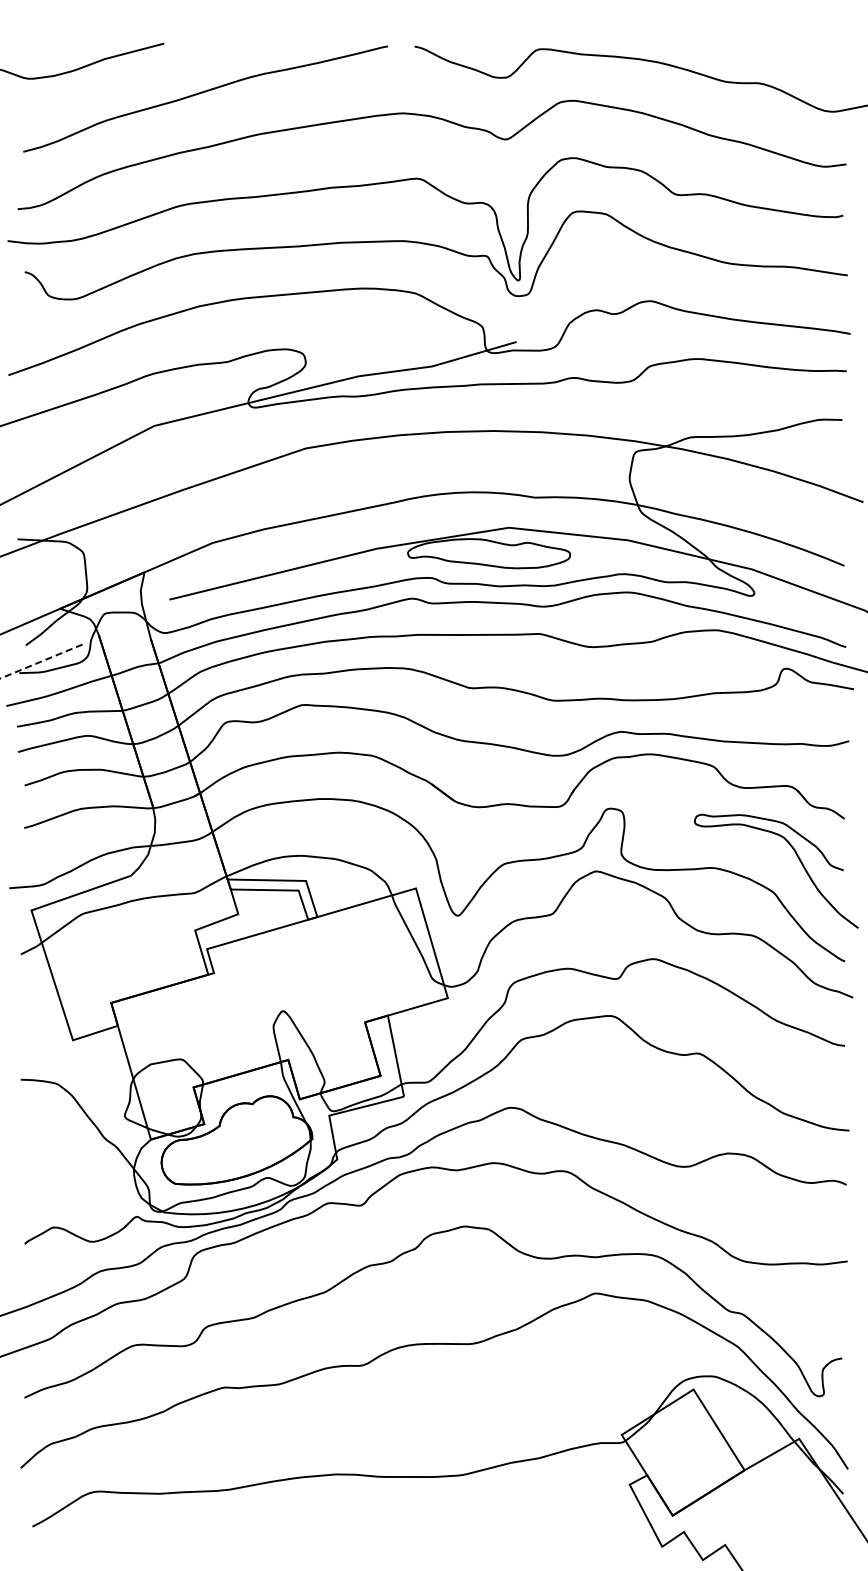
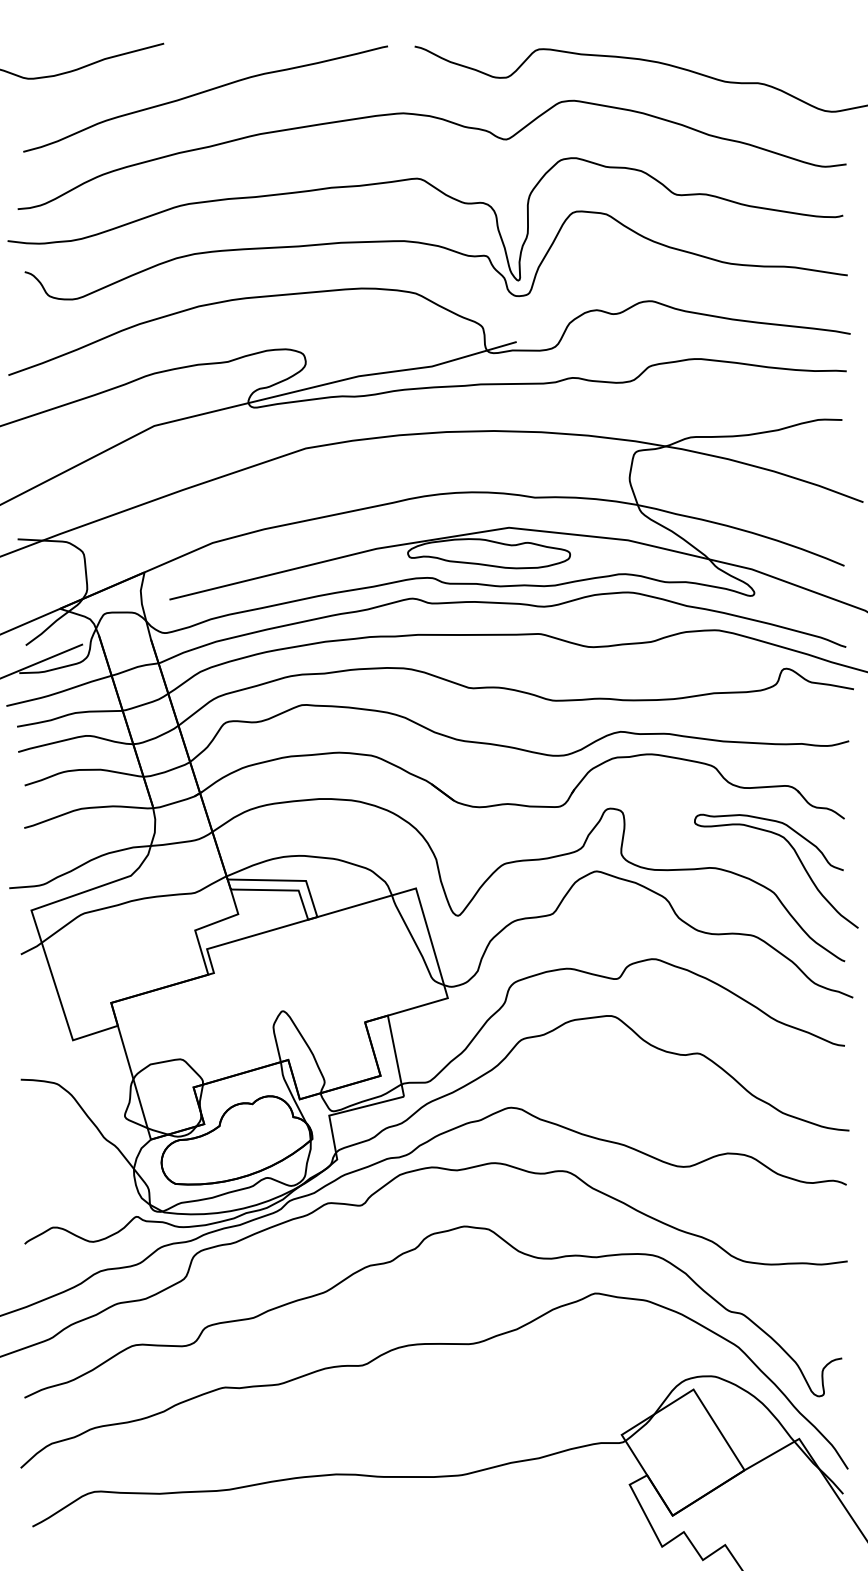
line at (42, 661): dashed -> solid
